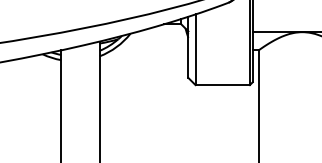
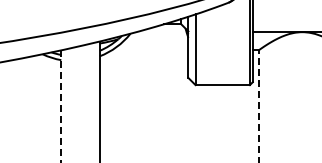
line at (61, 105): solid -> dashed
line at (259, 105): solid -> dashed
